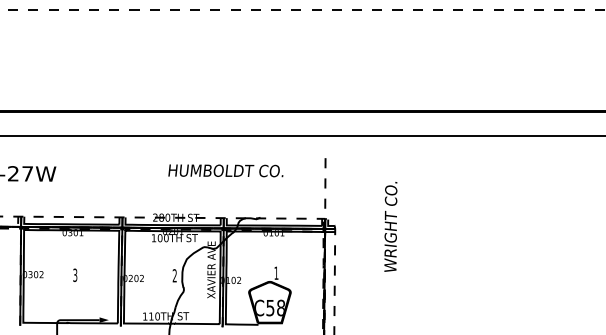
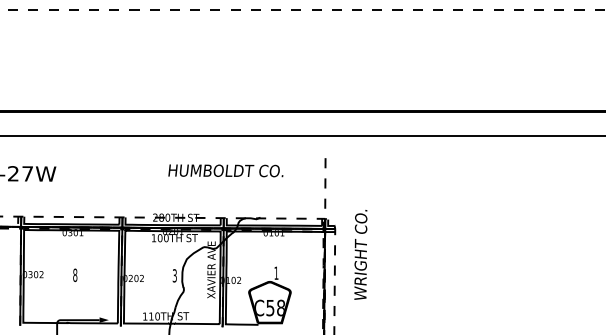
text at (390, 226) position: (390, 226) -> (360, 254)
text at (75, 274): 3 -> 8
text at (174, 276): 2 -> 3
